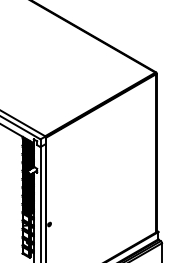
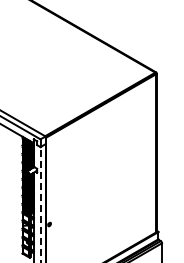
line at (40, 205): solid -> dashed
